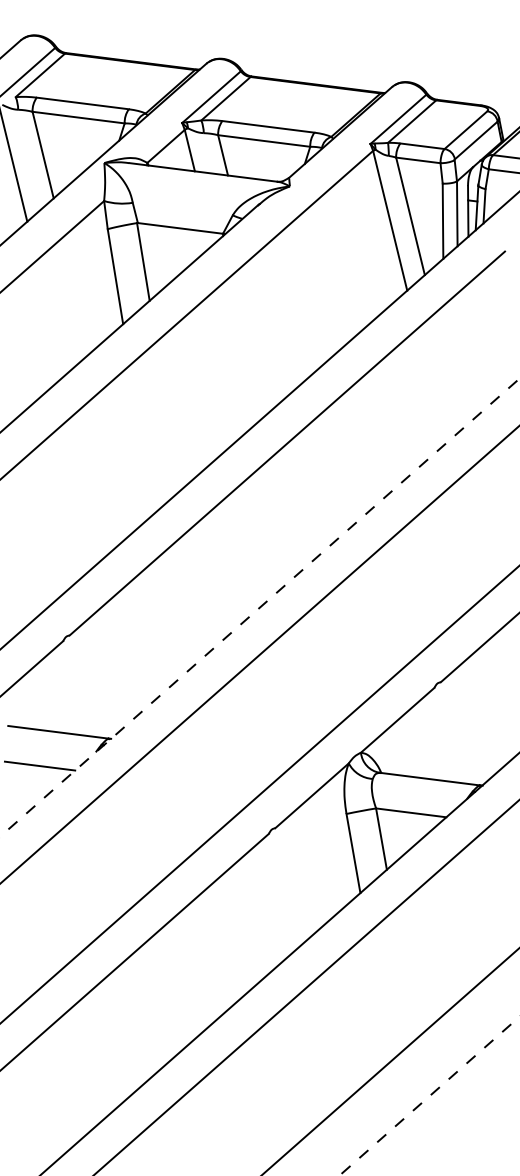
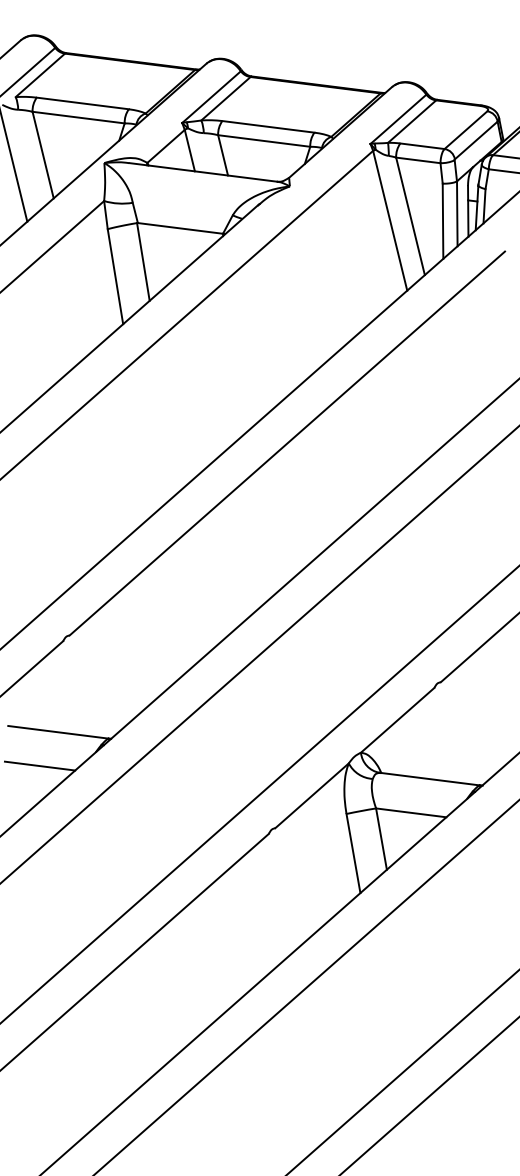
line at (259, 607): dashed -> solid
line at (390, 1061) position: (390, 1061) -> (402, 1072)
line at (429, 1095): dashed -> solid
